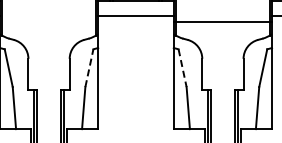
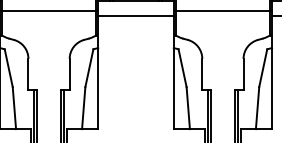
line at (50, 11): none -> present
line at (222, 22) position: (222, 22) -> (222, 11)
line at (89, 67): dashed -> solid
line at (182, 68): dashed -> solid
